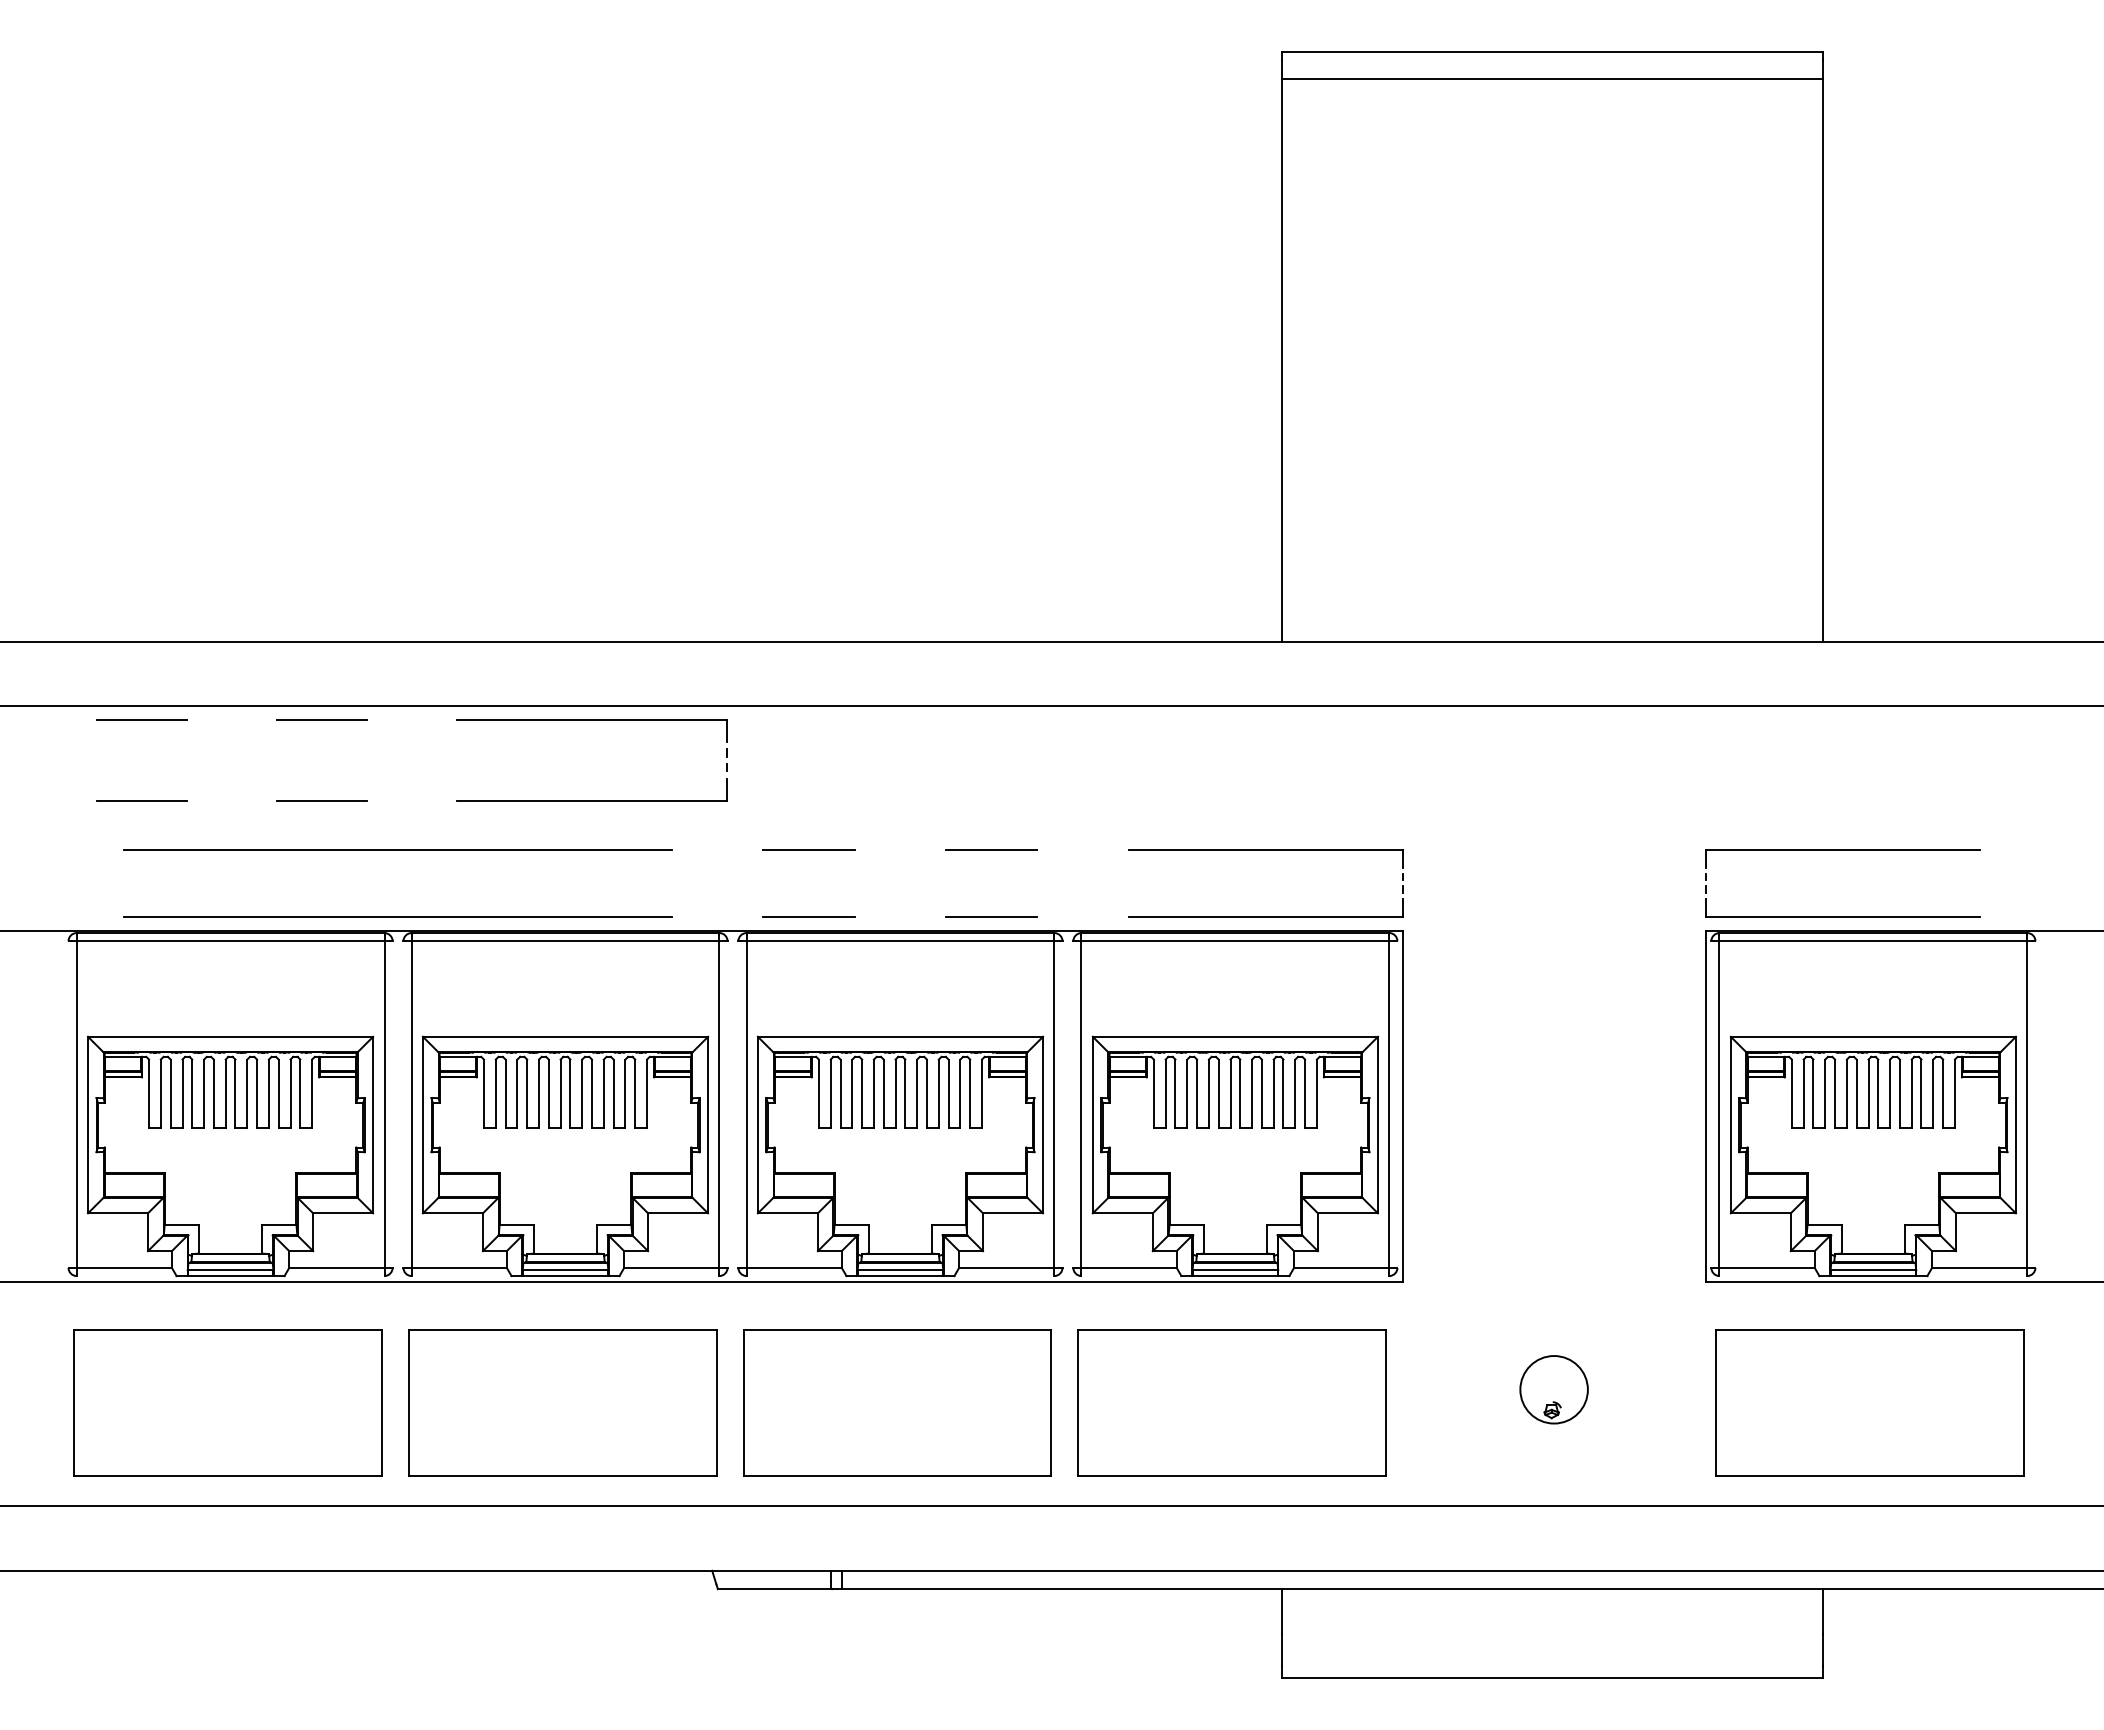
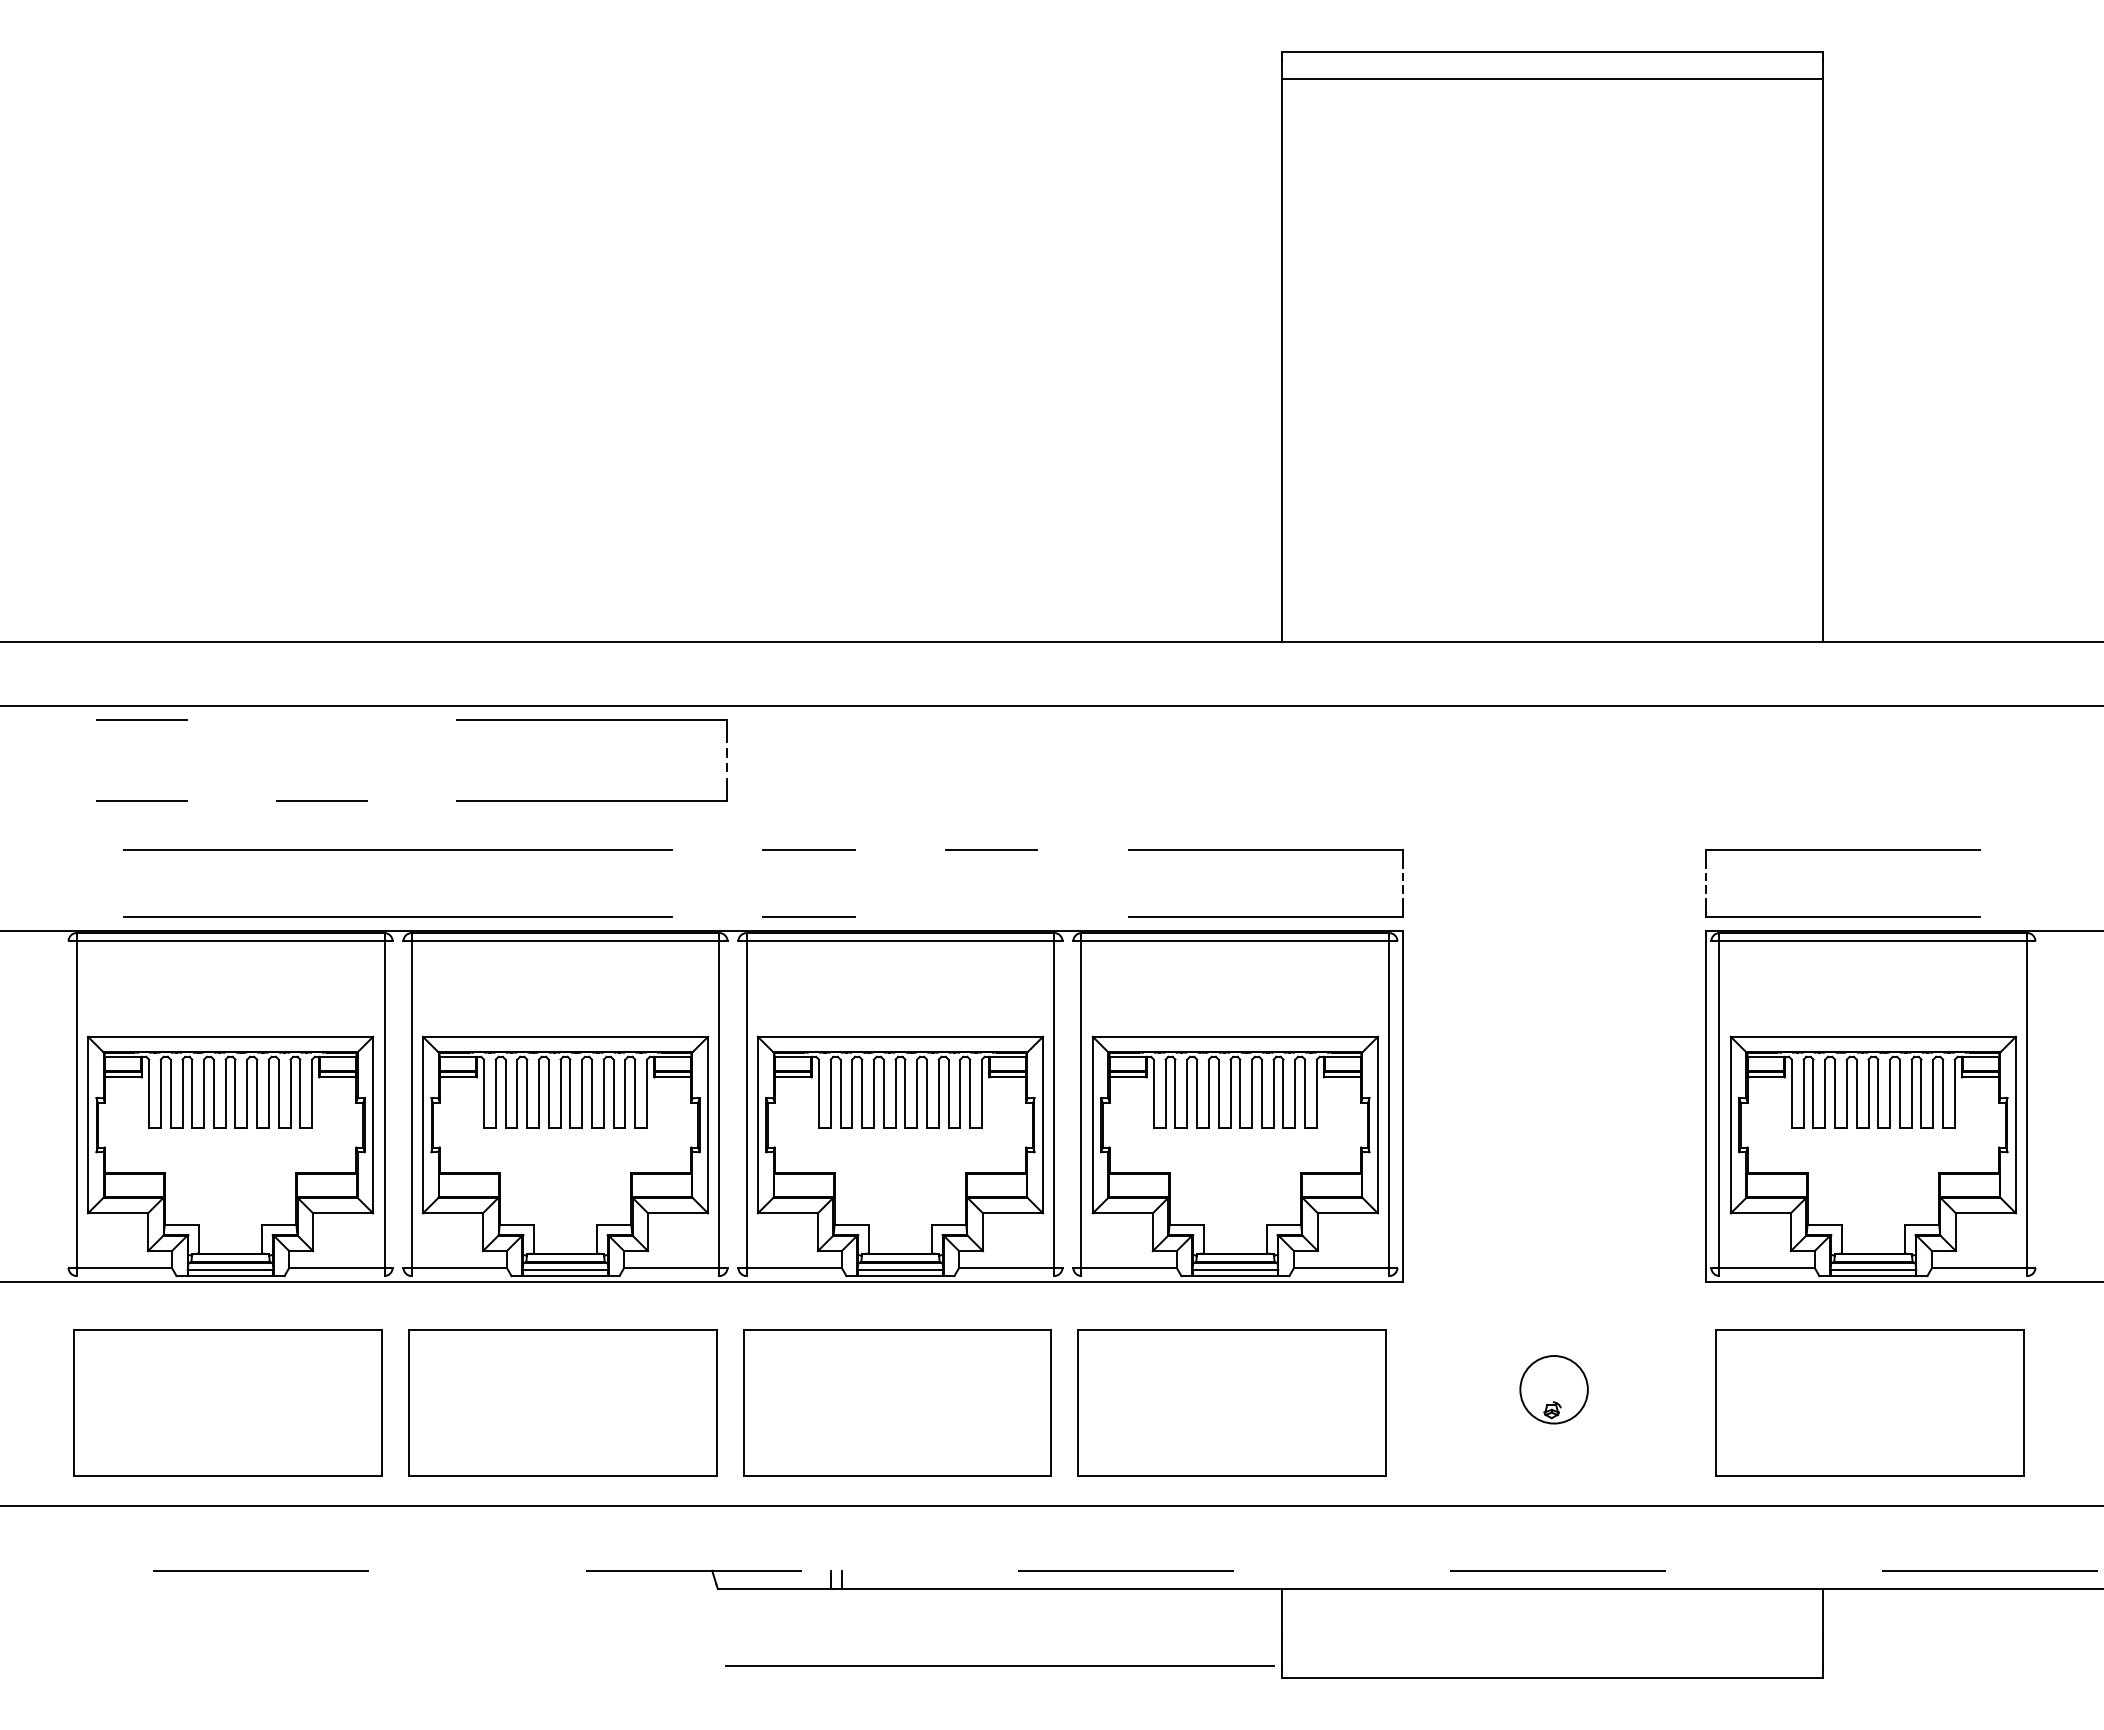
line at (321, 719): present -> none
line at (991, 917): present -> none
line at (1051, 1570): solid -> dashed
line at (999, 1665): none -> present
